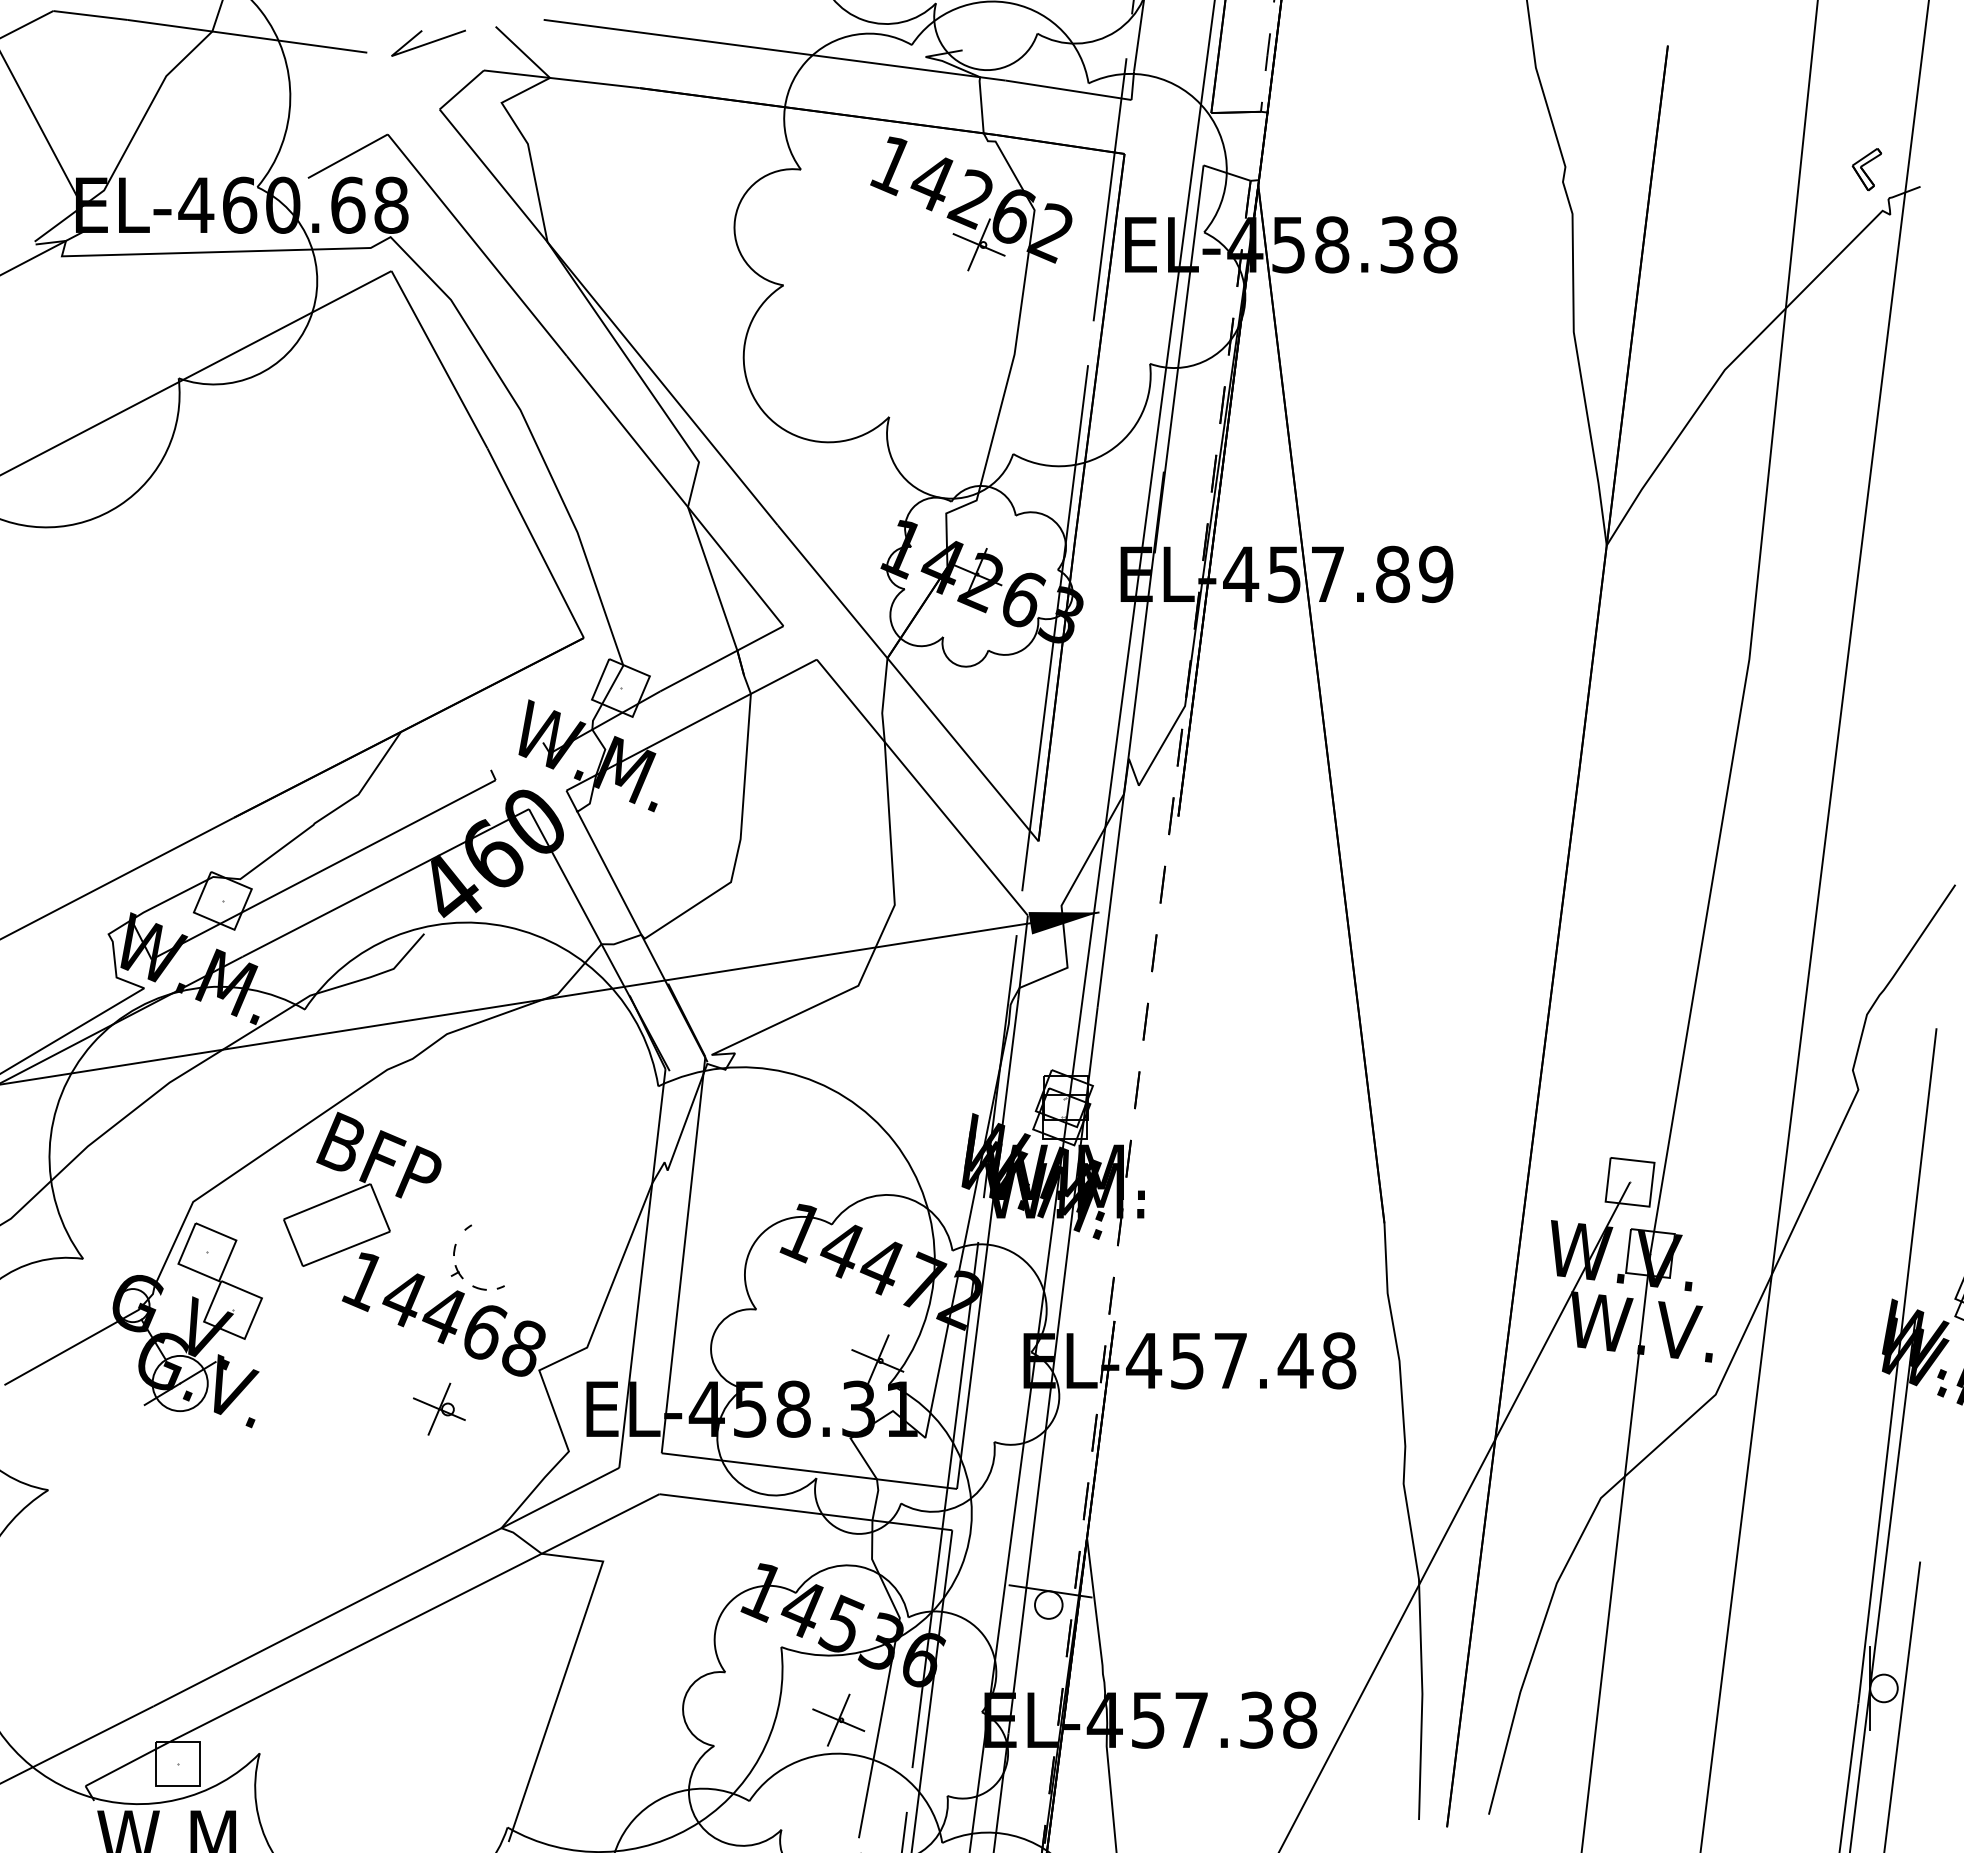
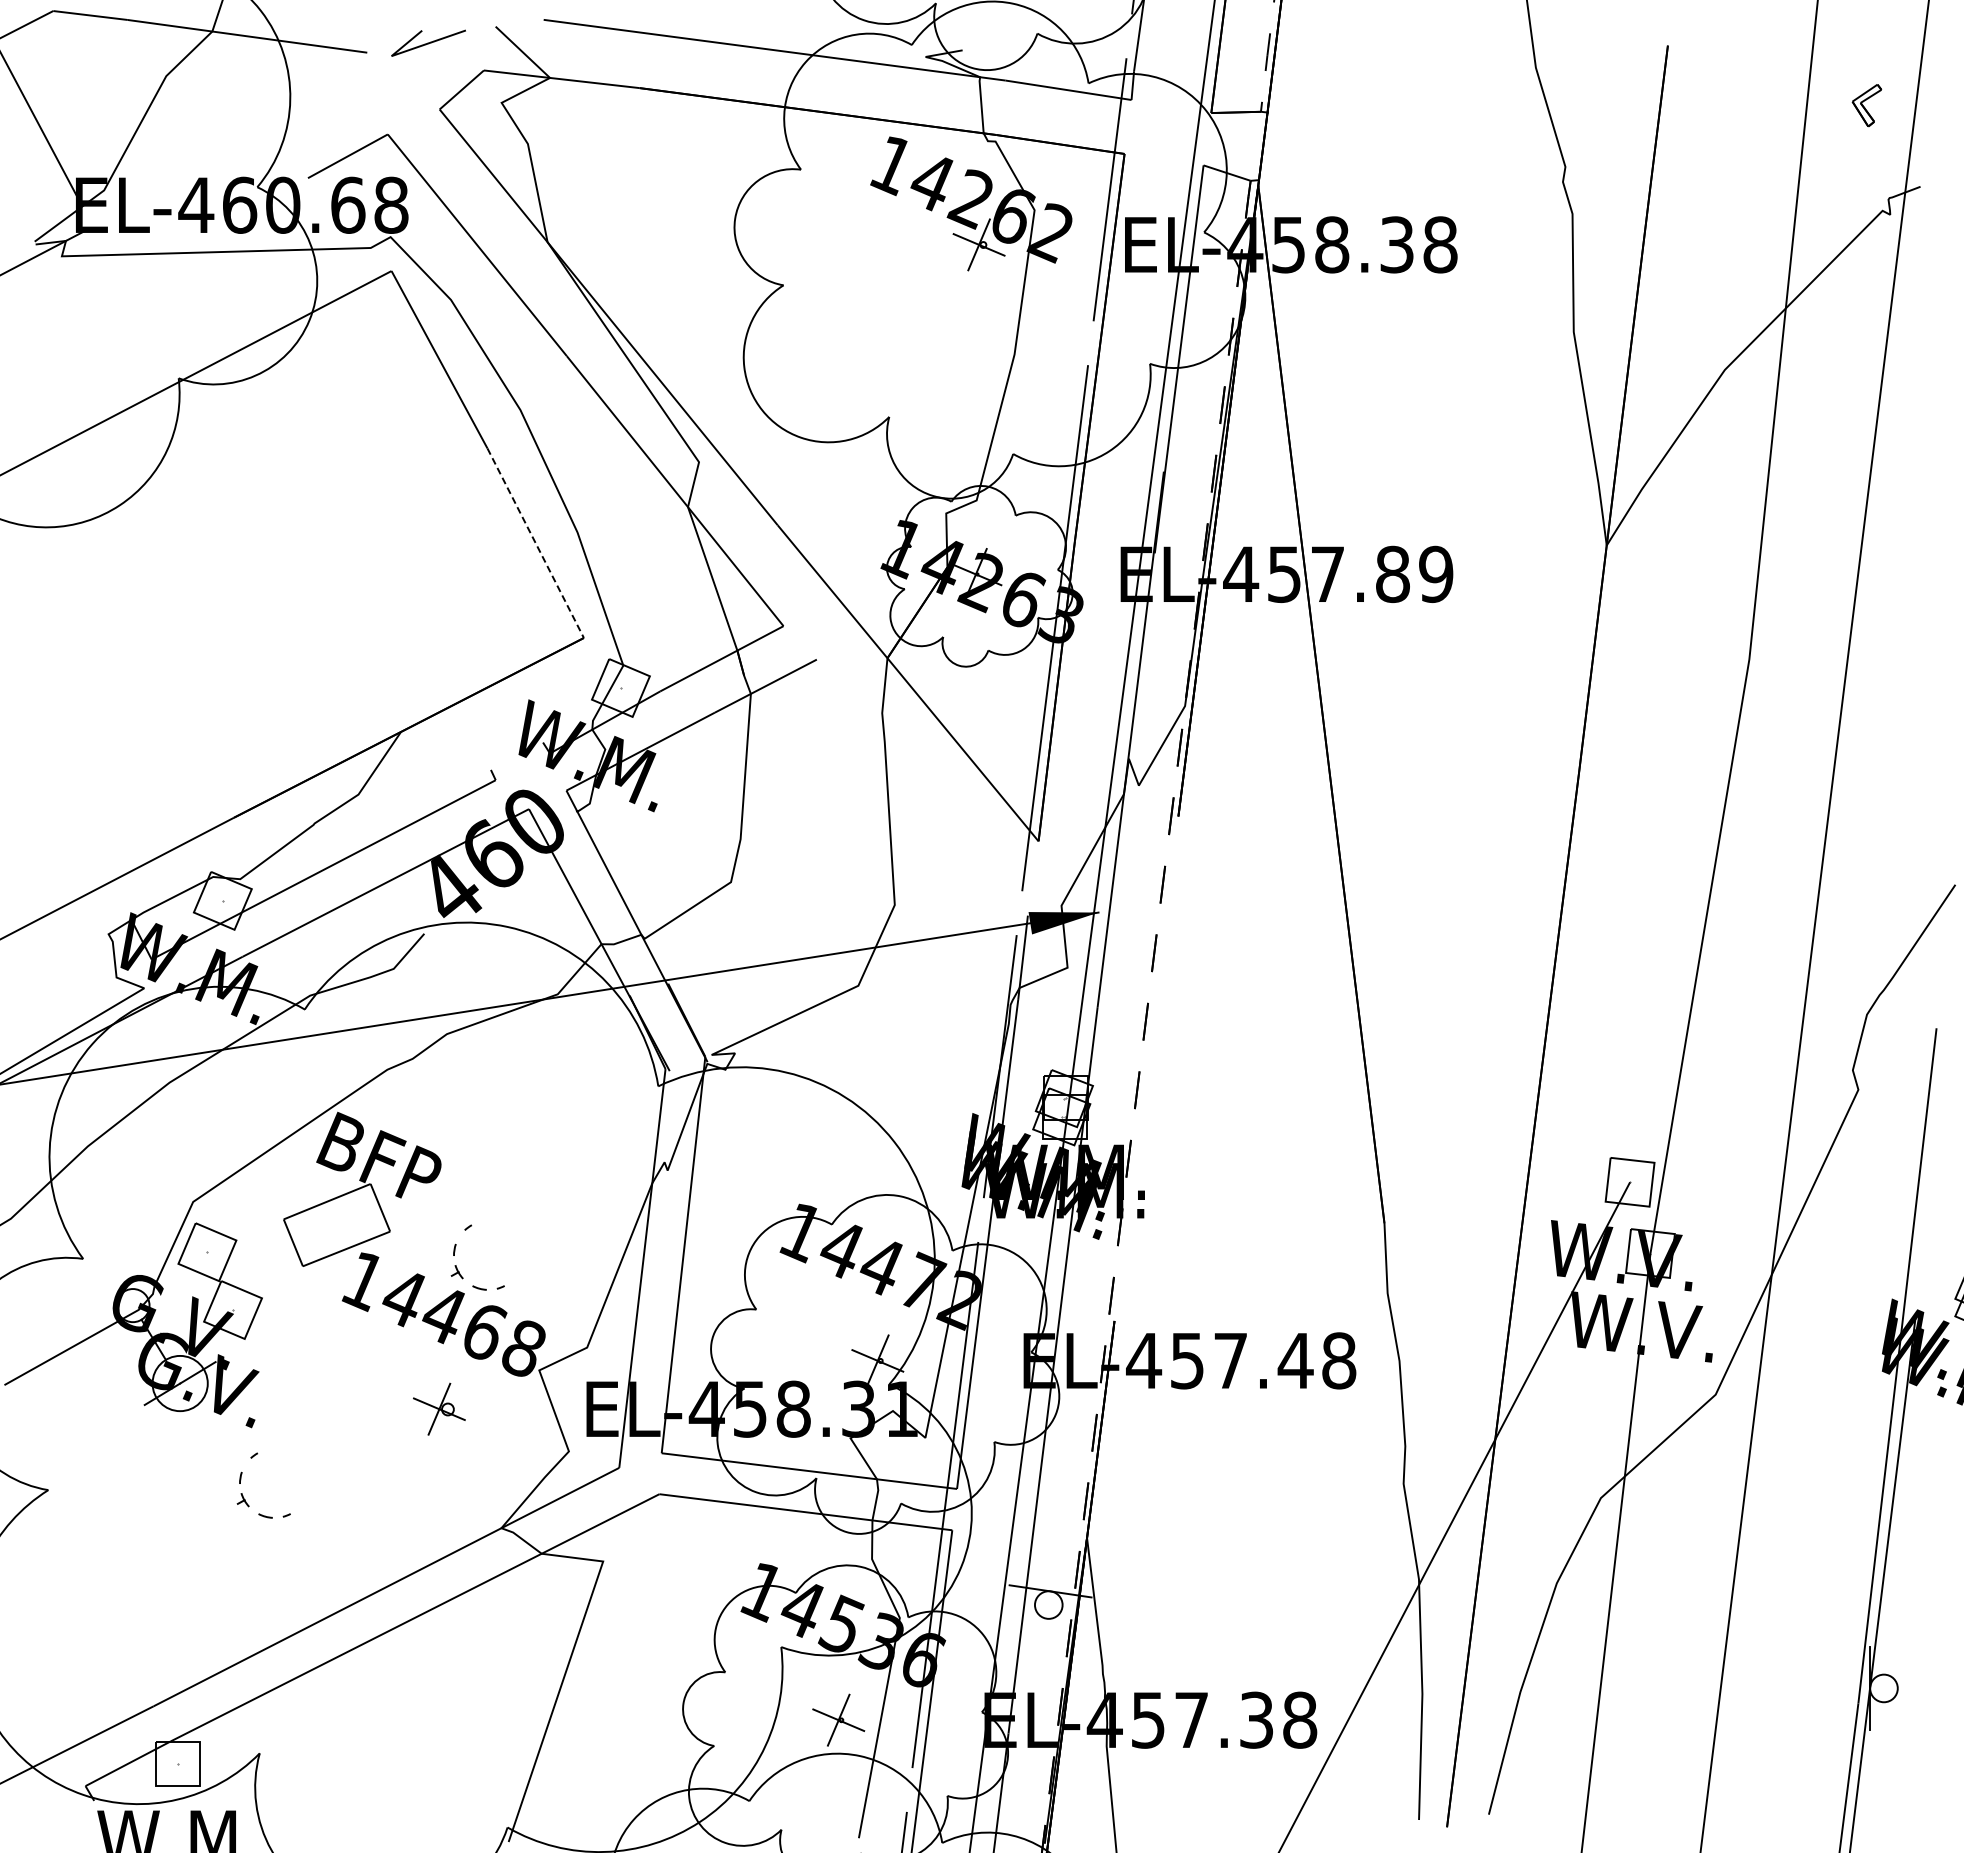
part at (1866, 169) position: (1866, 169) -> (1866, 105)
line at (535, 543): solid -> dashed
line at (921, 787): present -> none
part at (243, 1495): none -> present
line at (1902, 1705): present -> none
